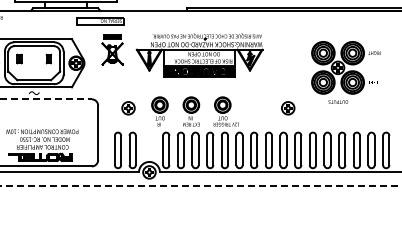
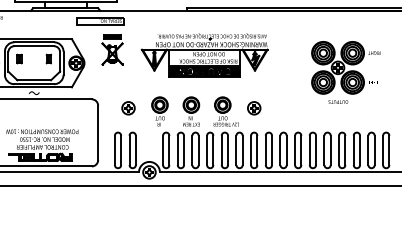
part at (199, 55) position: (199, 55) -> (204, 55)
line at (46, 99): dashed -> solid
part at (288, 108) position: (288, 108) -> (254, 108)
line at (200, 186): dashed -> solid
